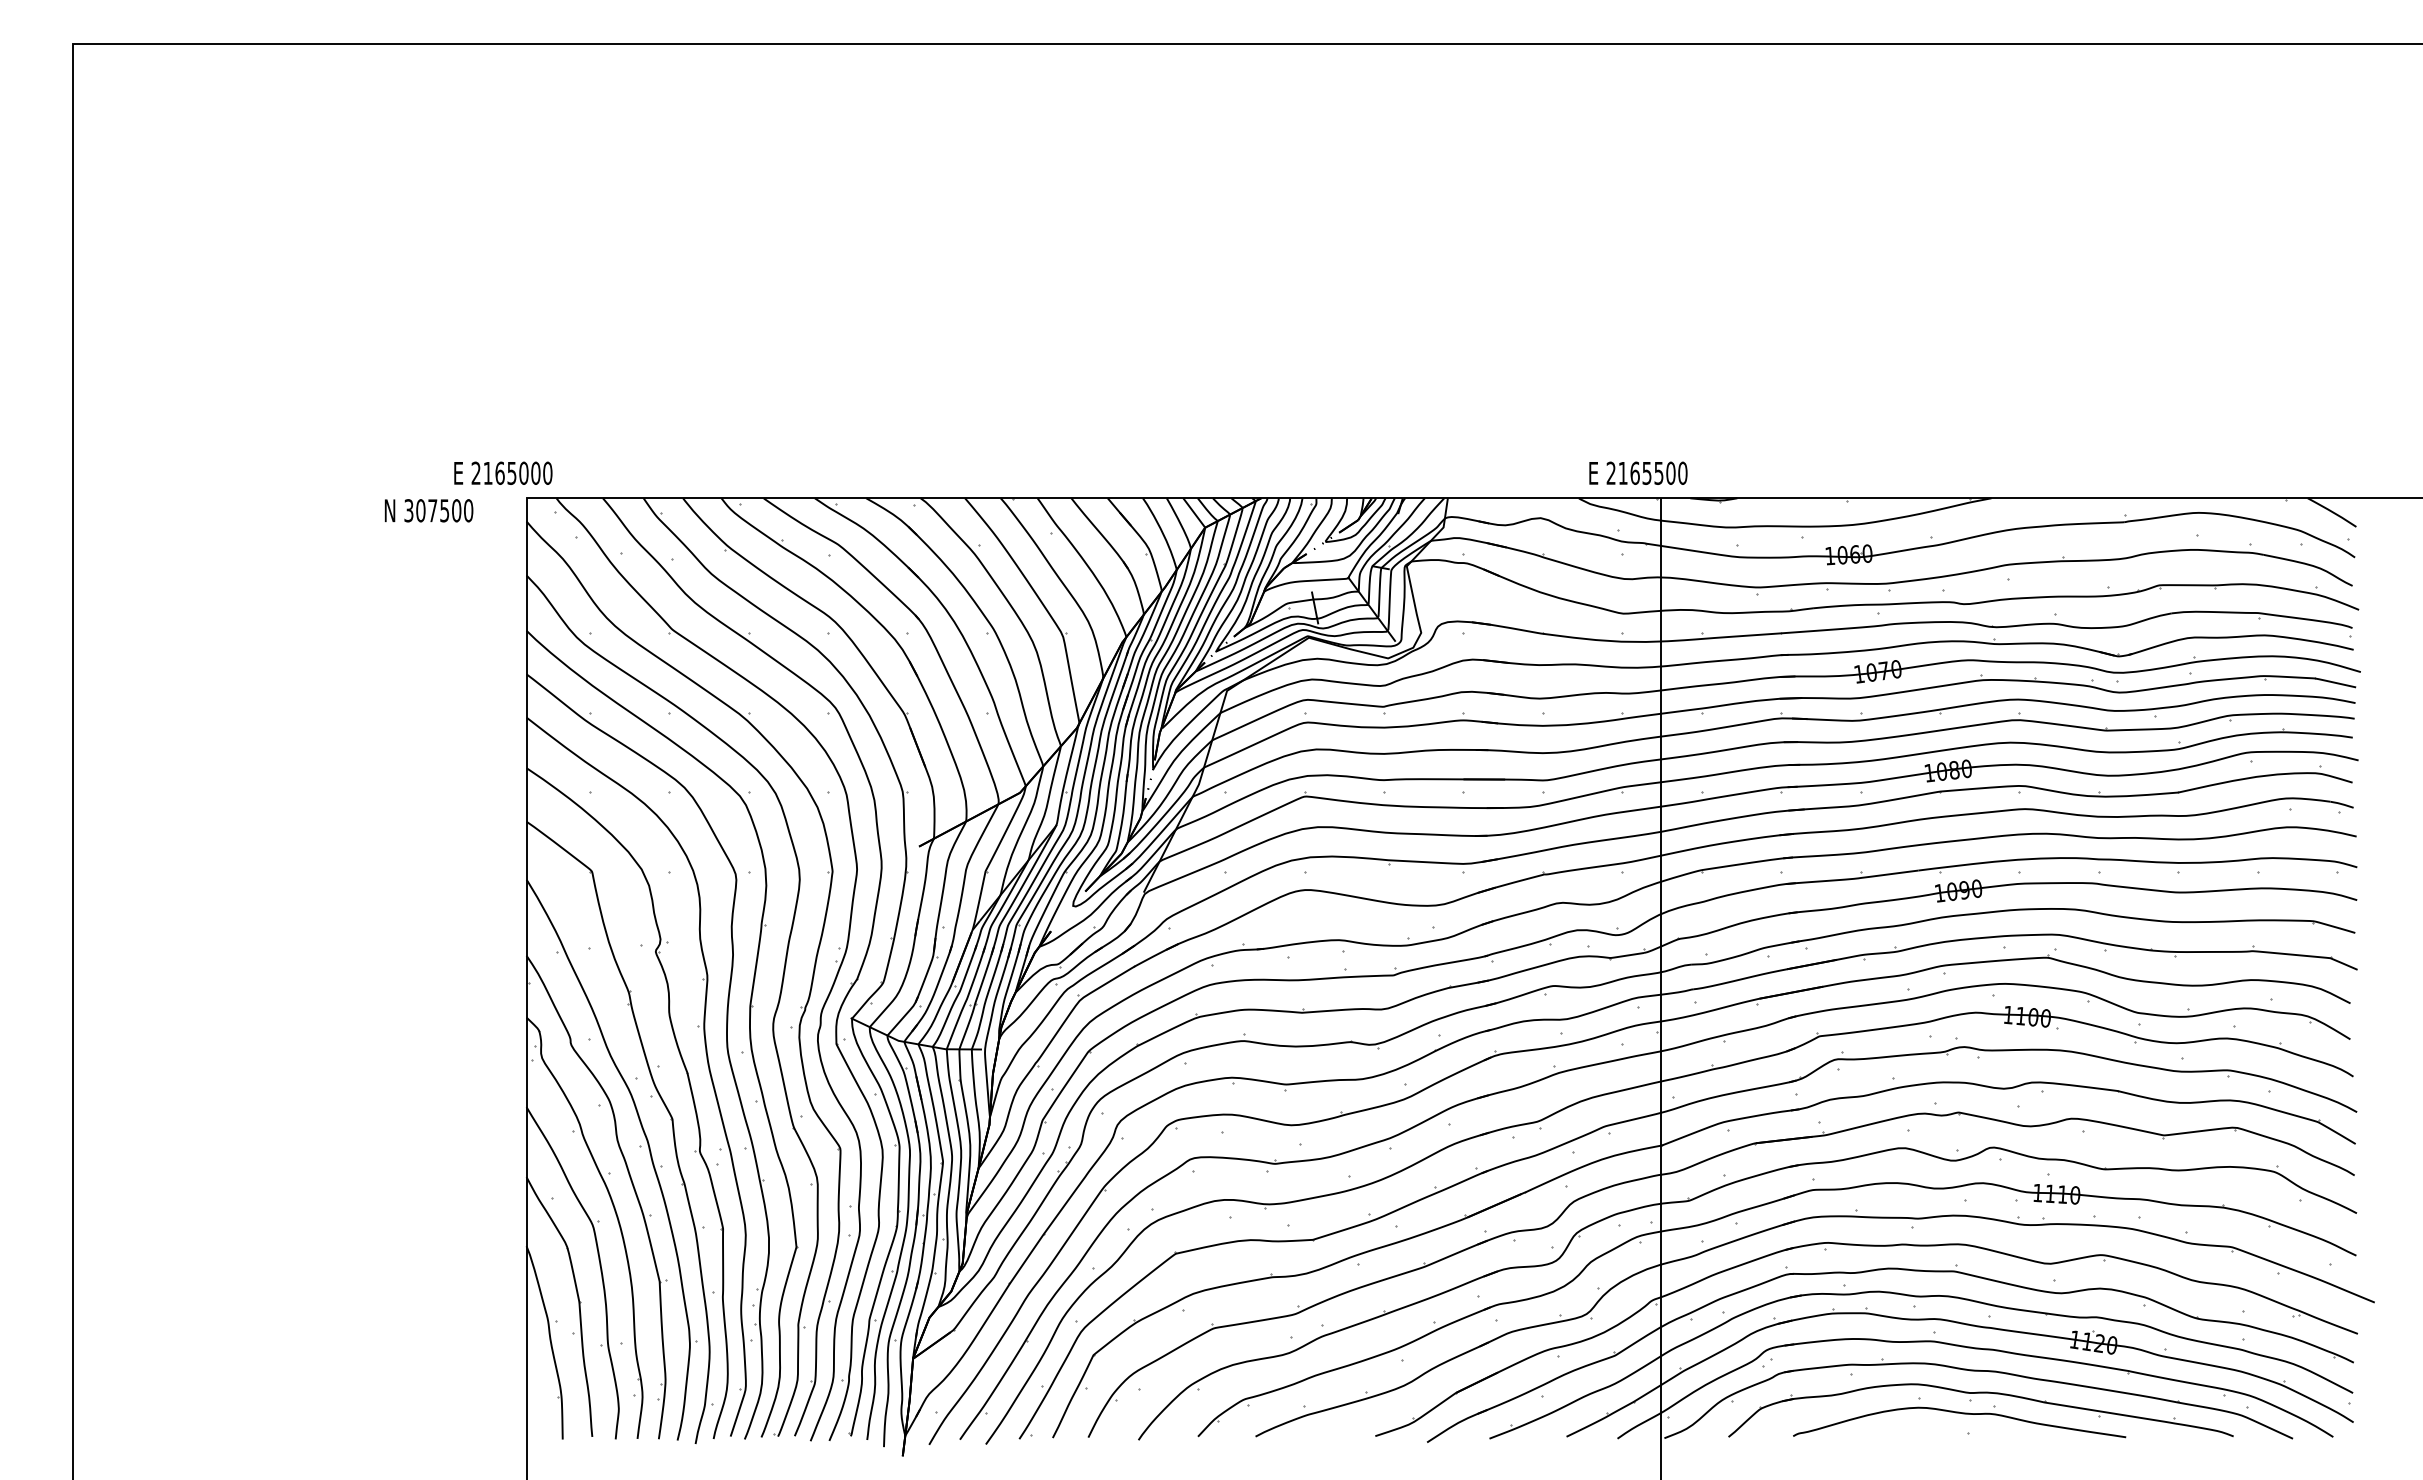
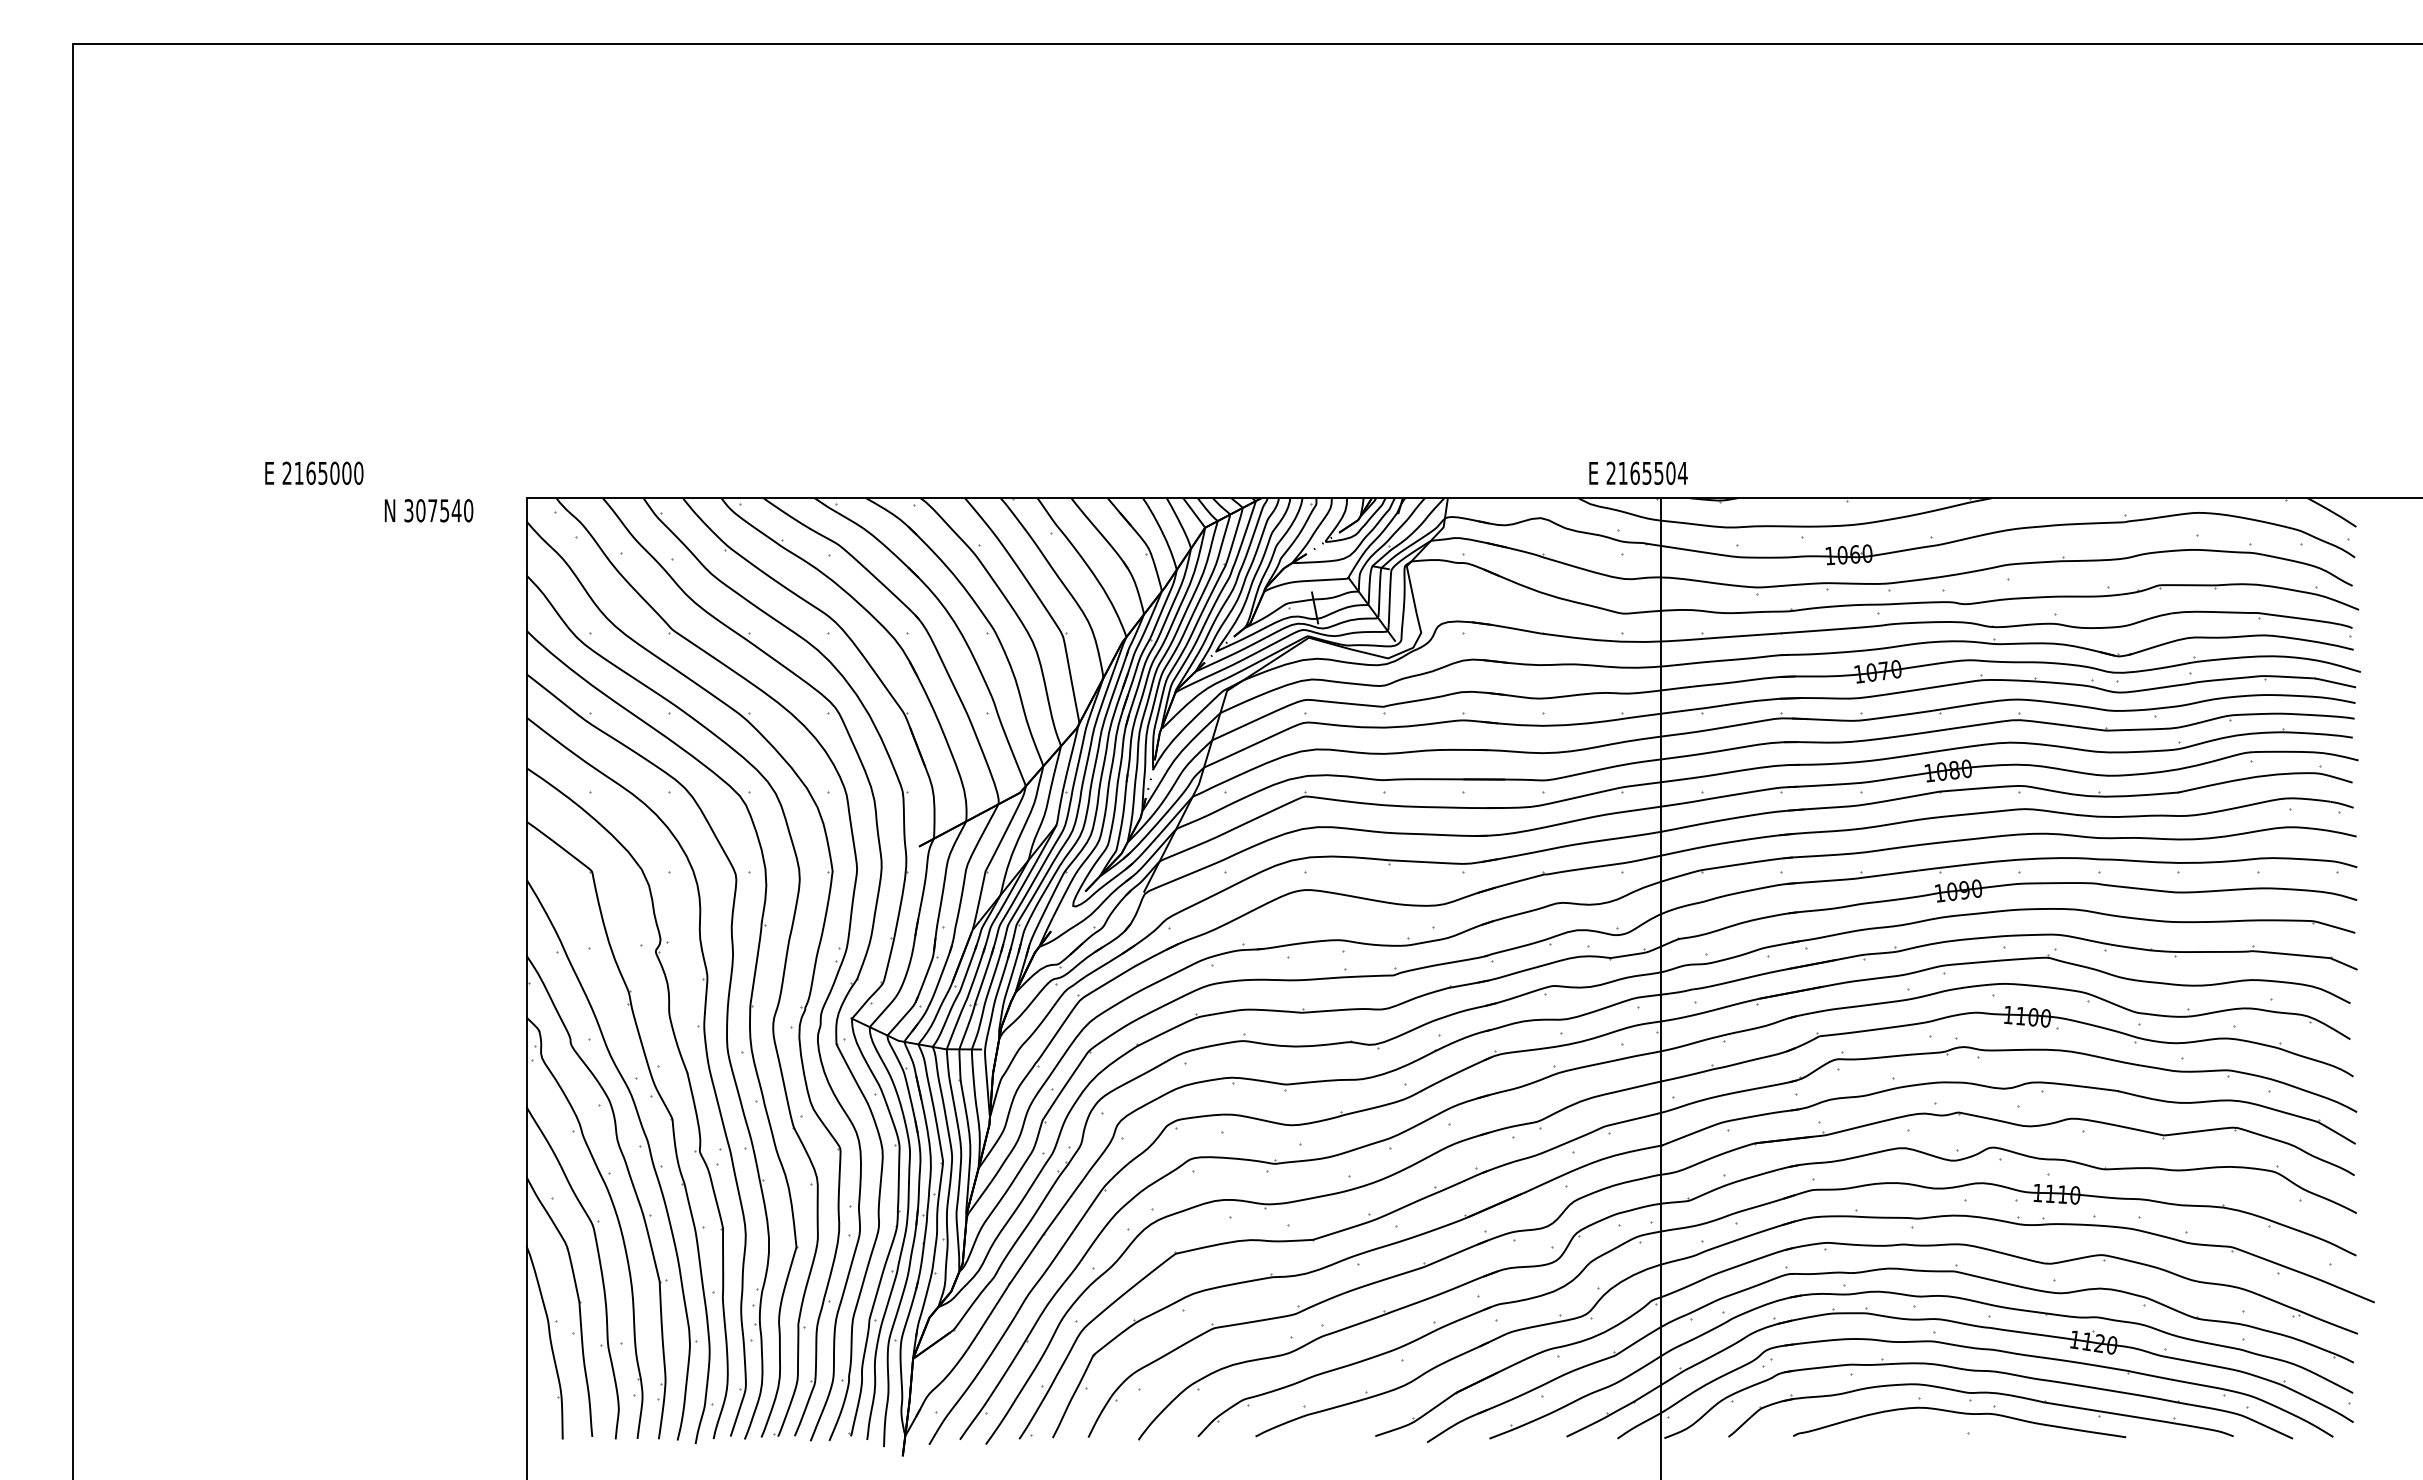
text at (503, 472) position: (503, 472) -> (314, 472)
text at (1682, 472): 2165500 -> 2165504
text at (456, 510): 307500 -> 307540
